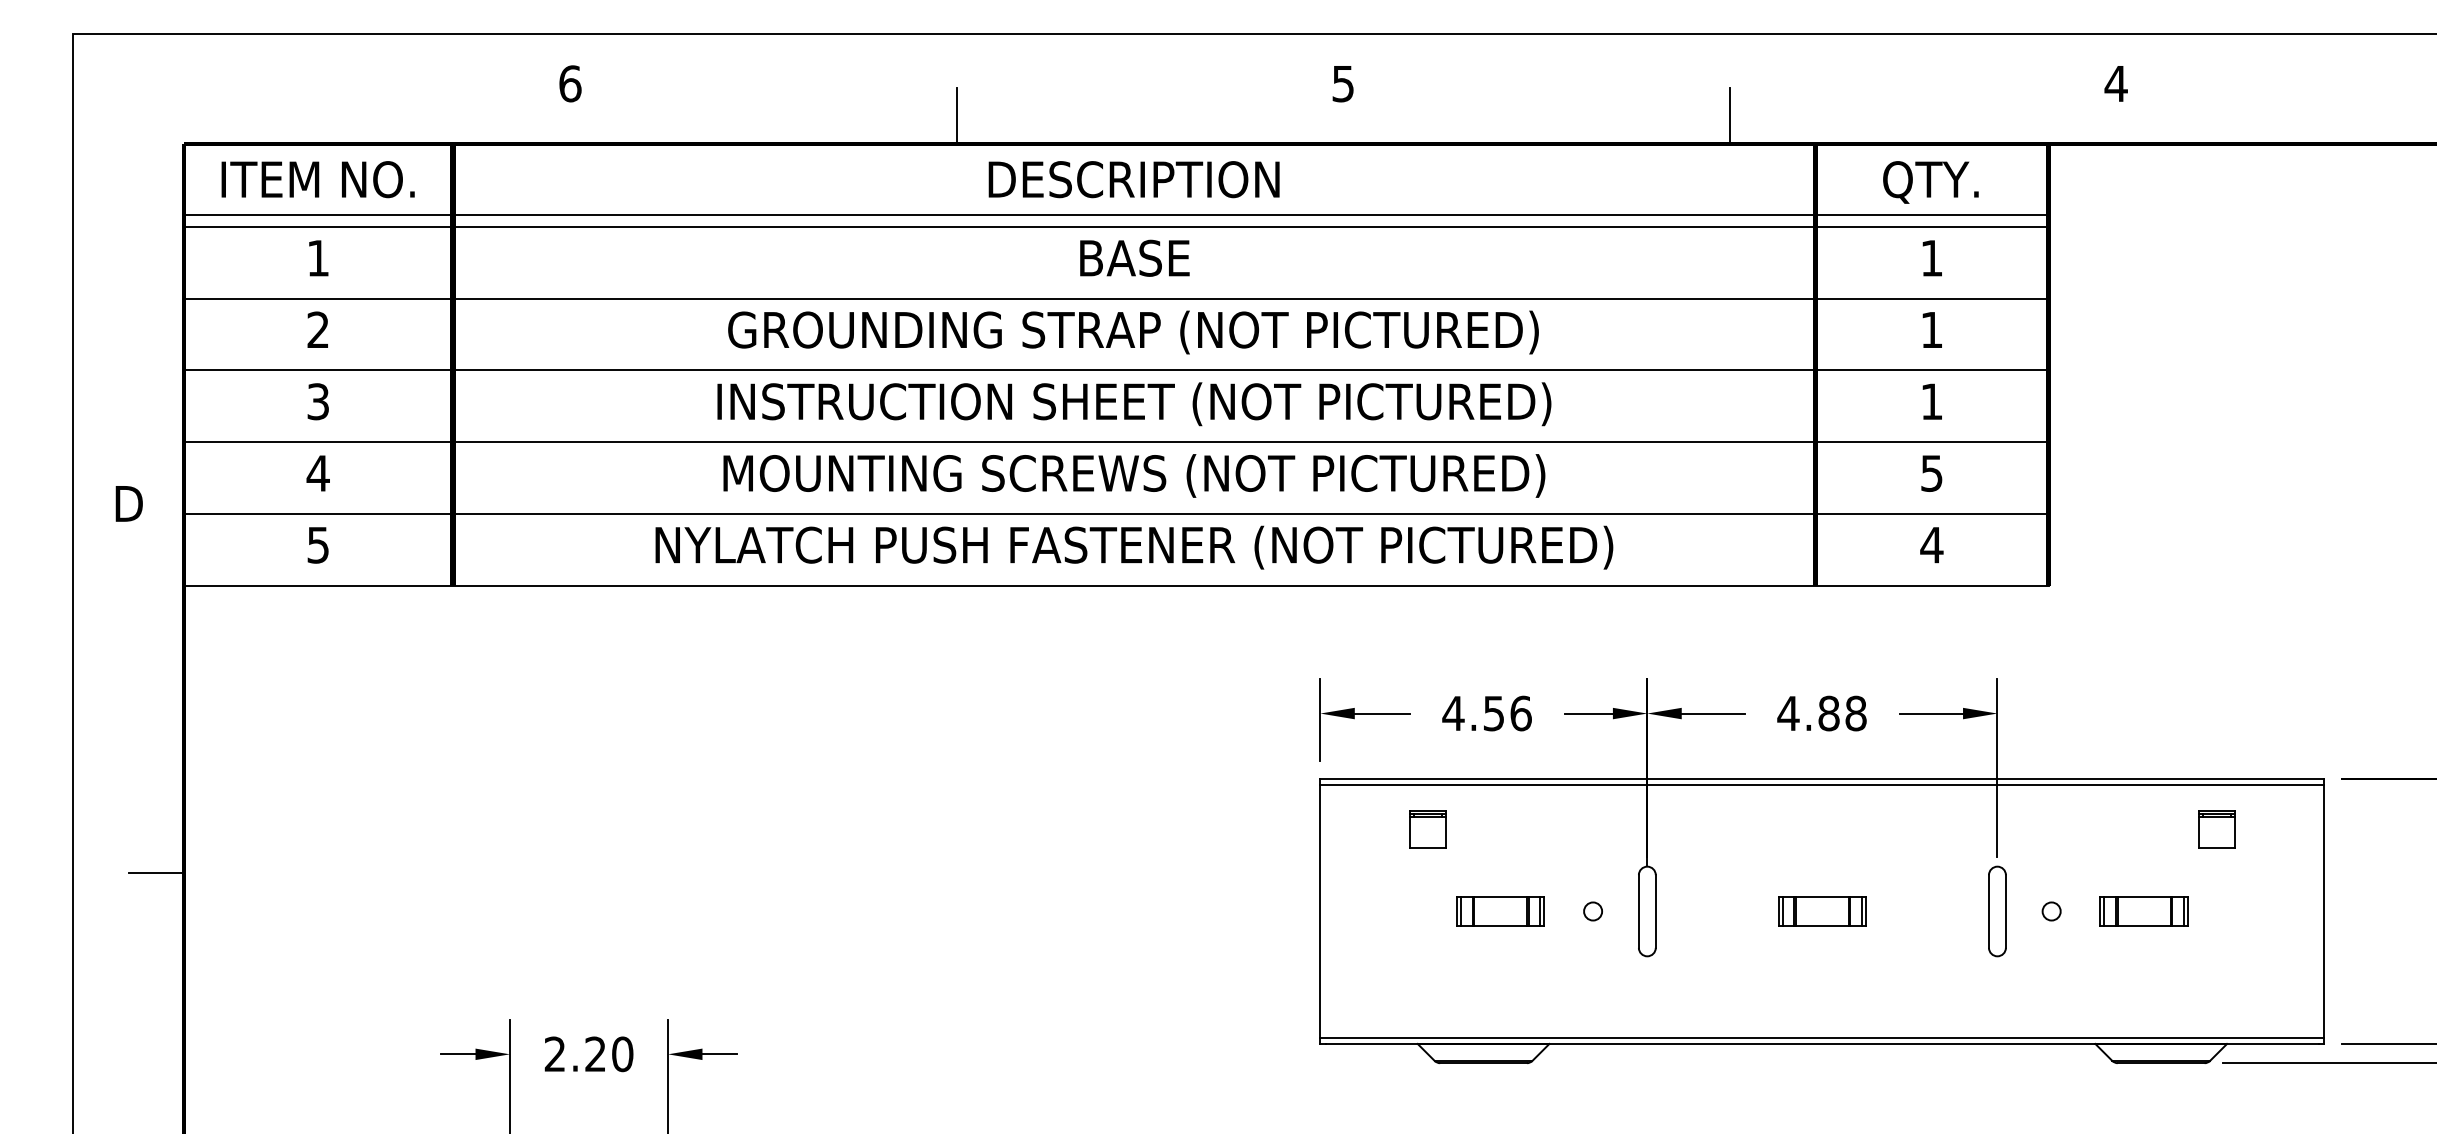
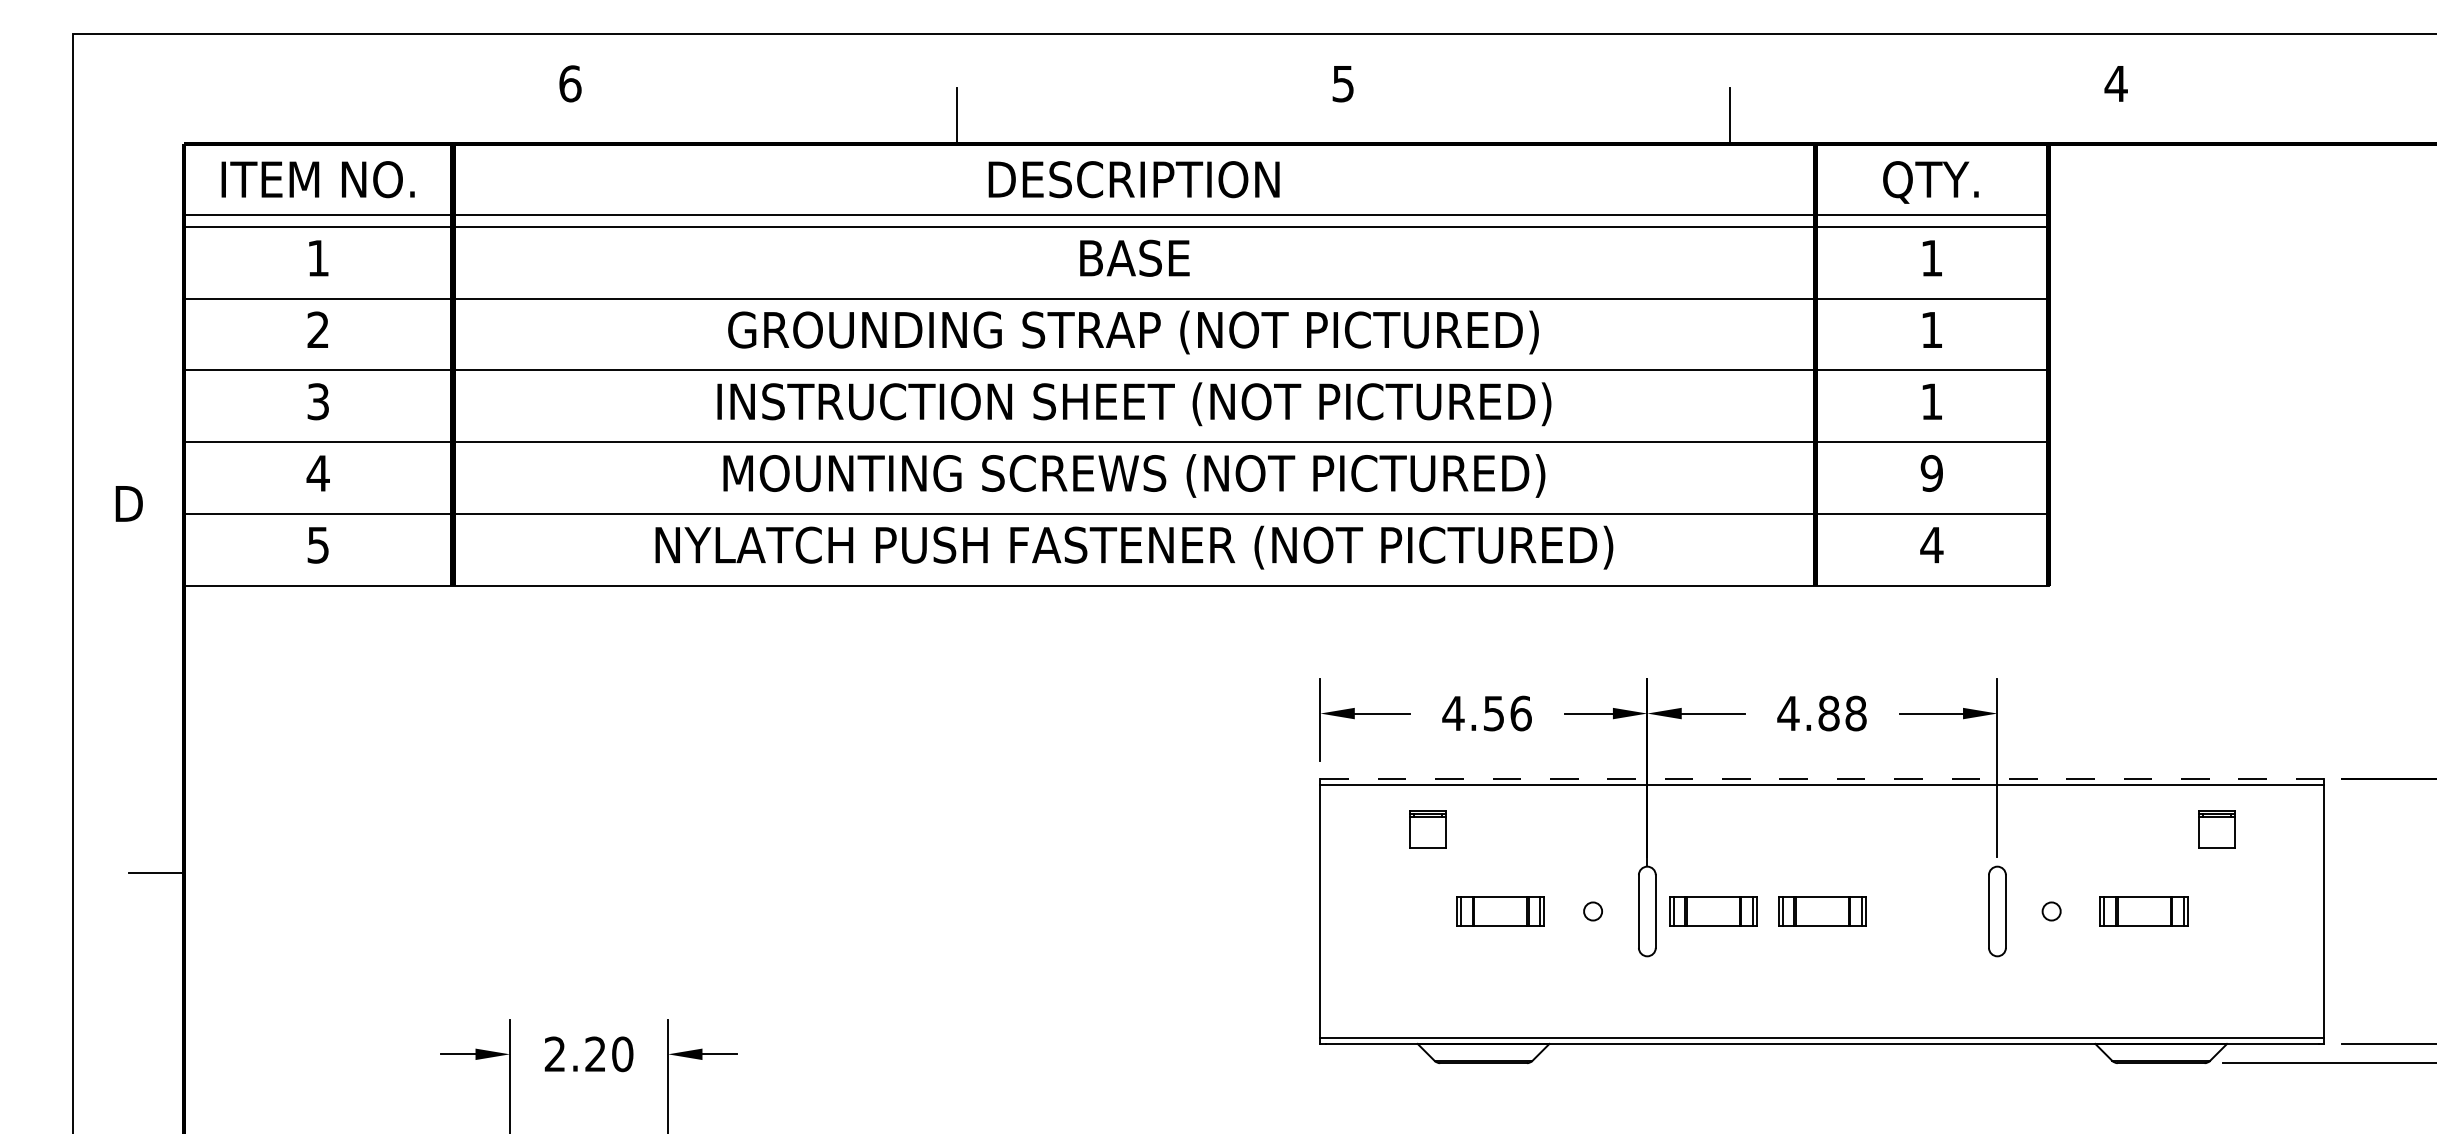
text at (1931, 473): 5 -> 9
line at (1821, 779): solid -> dashed
part at (1713, 911): none -> present
